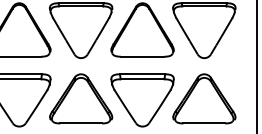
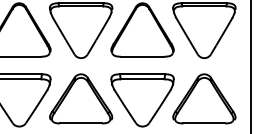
line at (257, 66) position: (257, 66) -> (251, 66)
